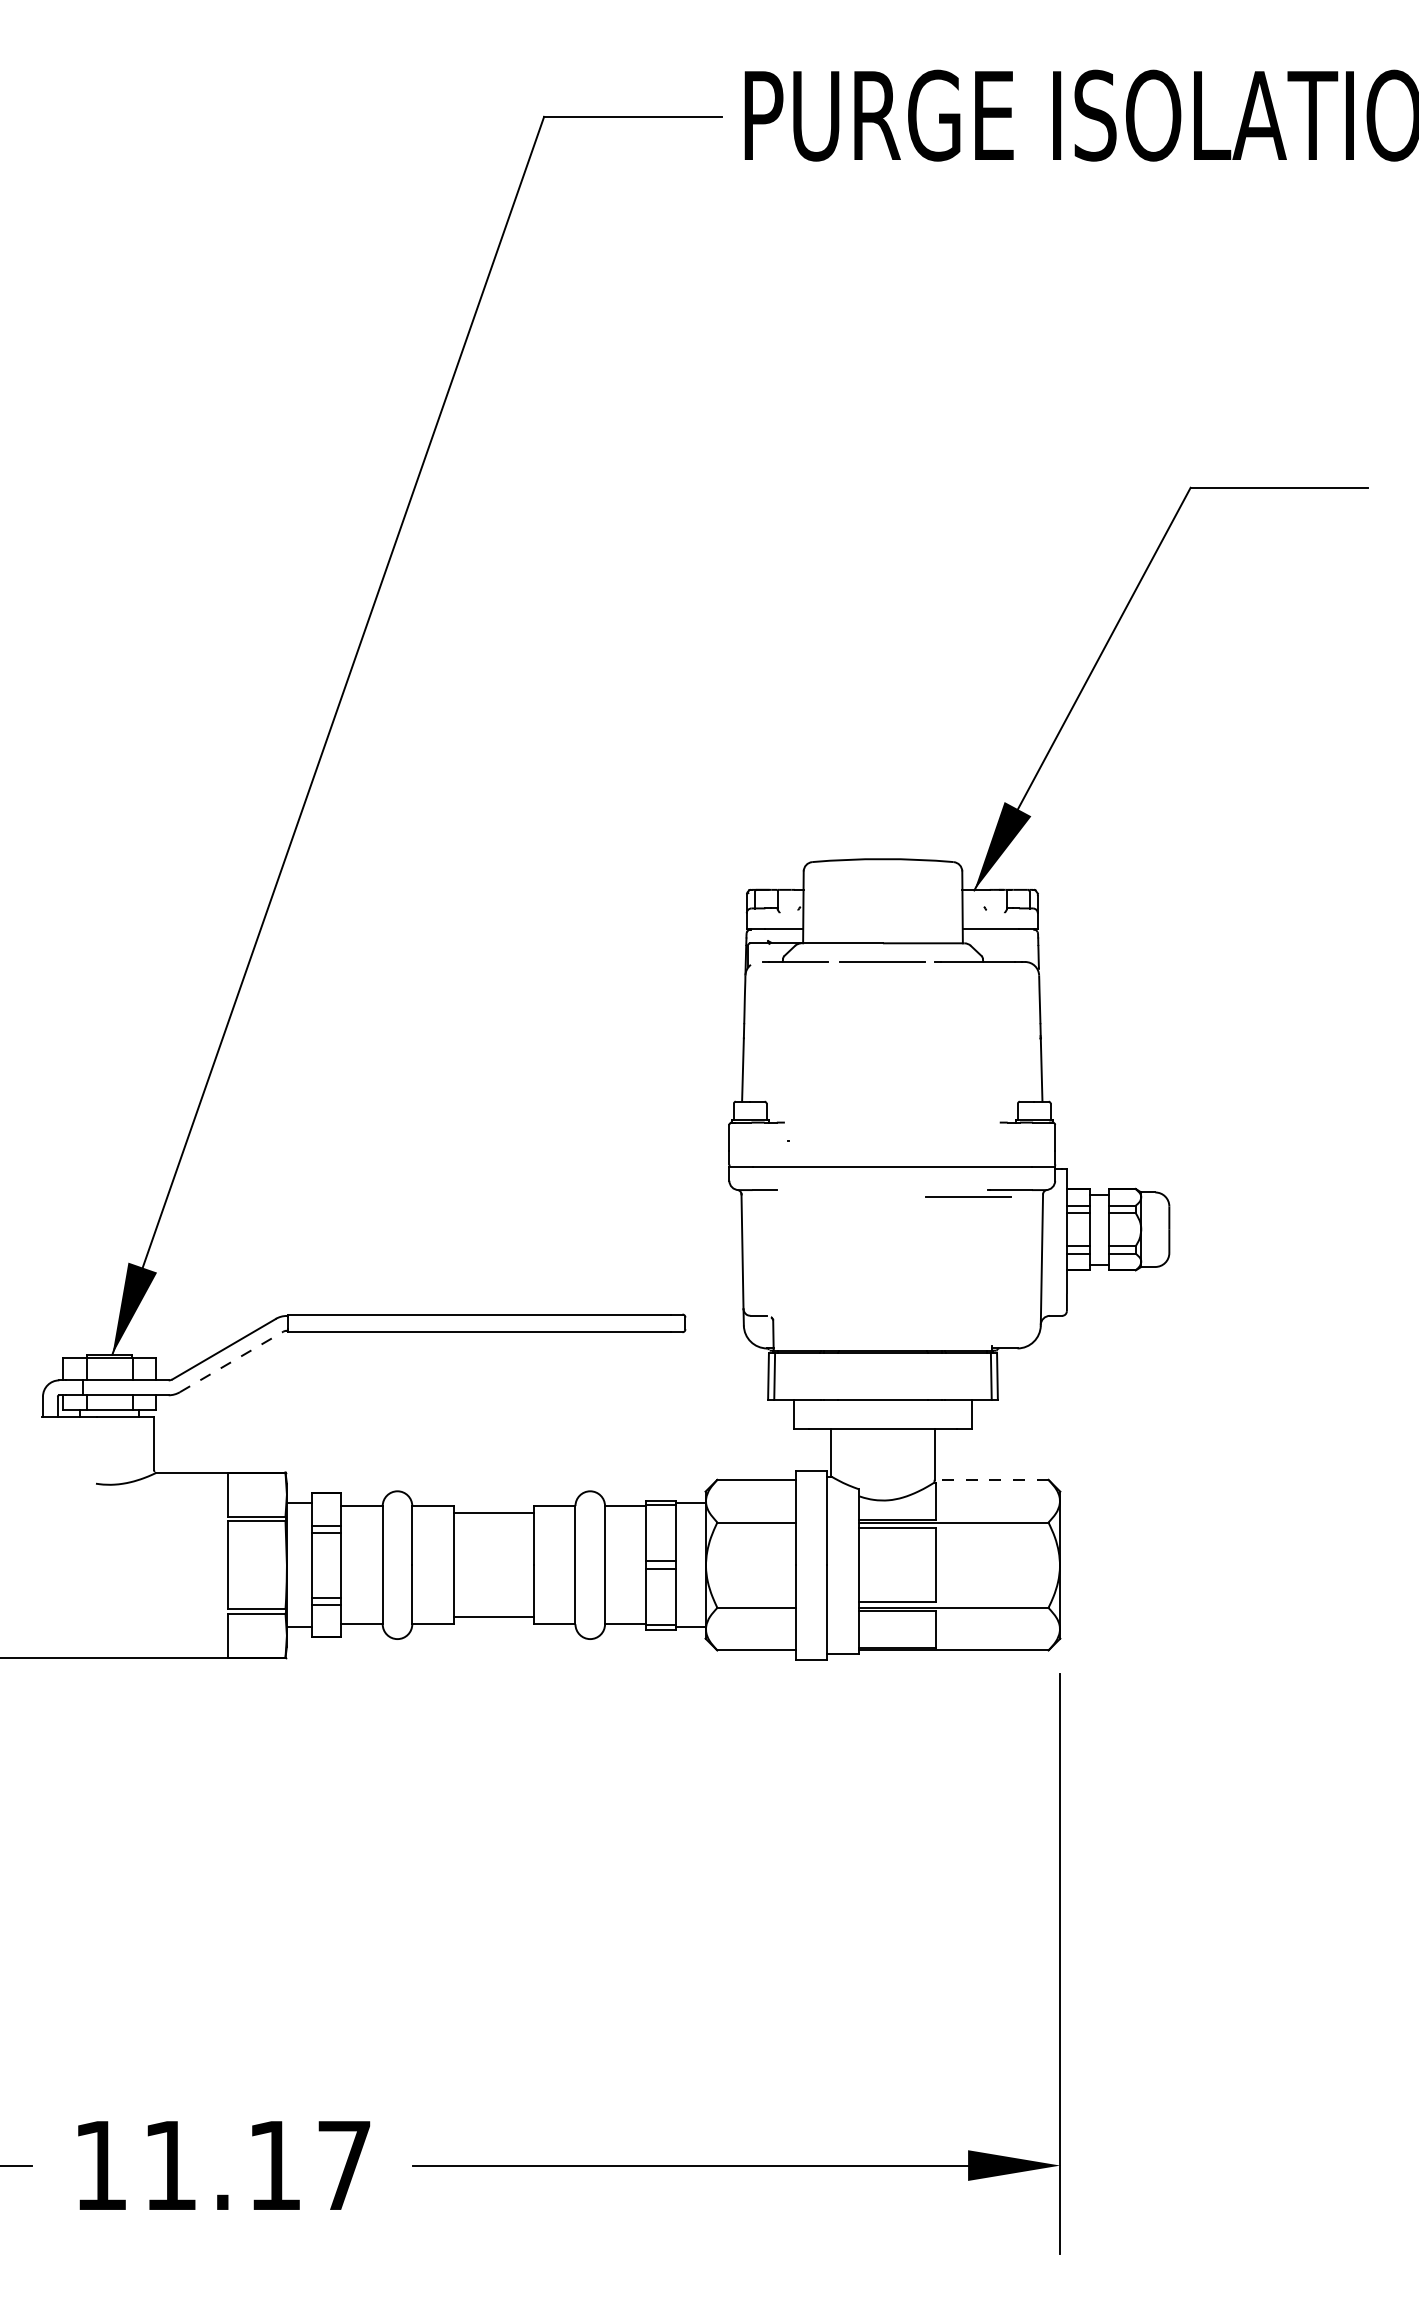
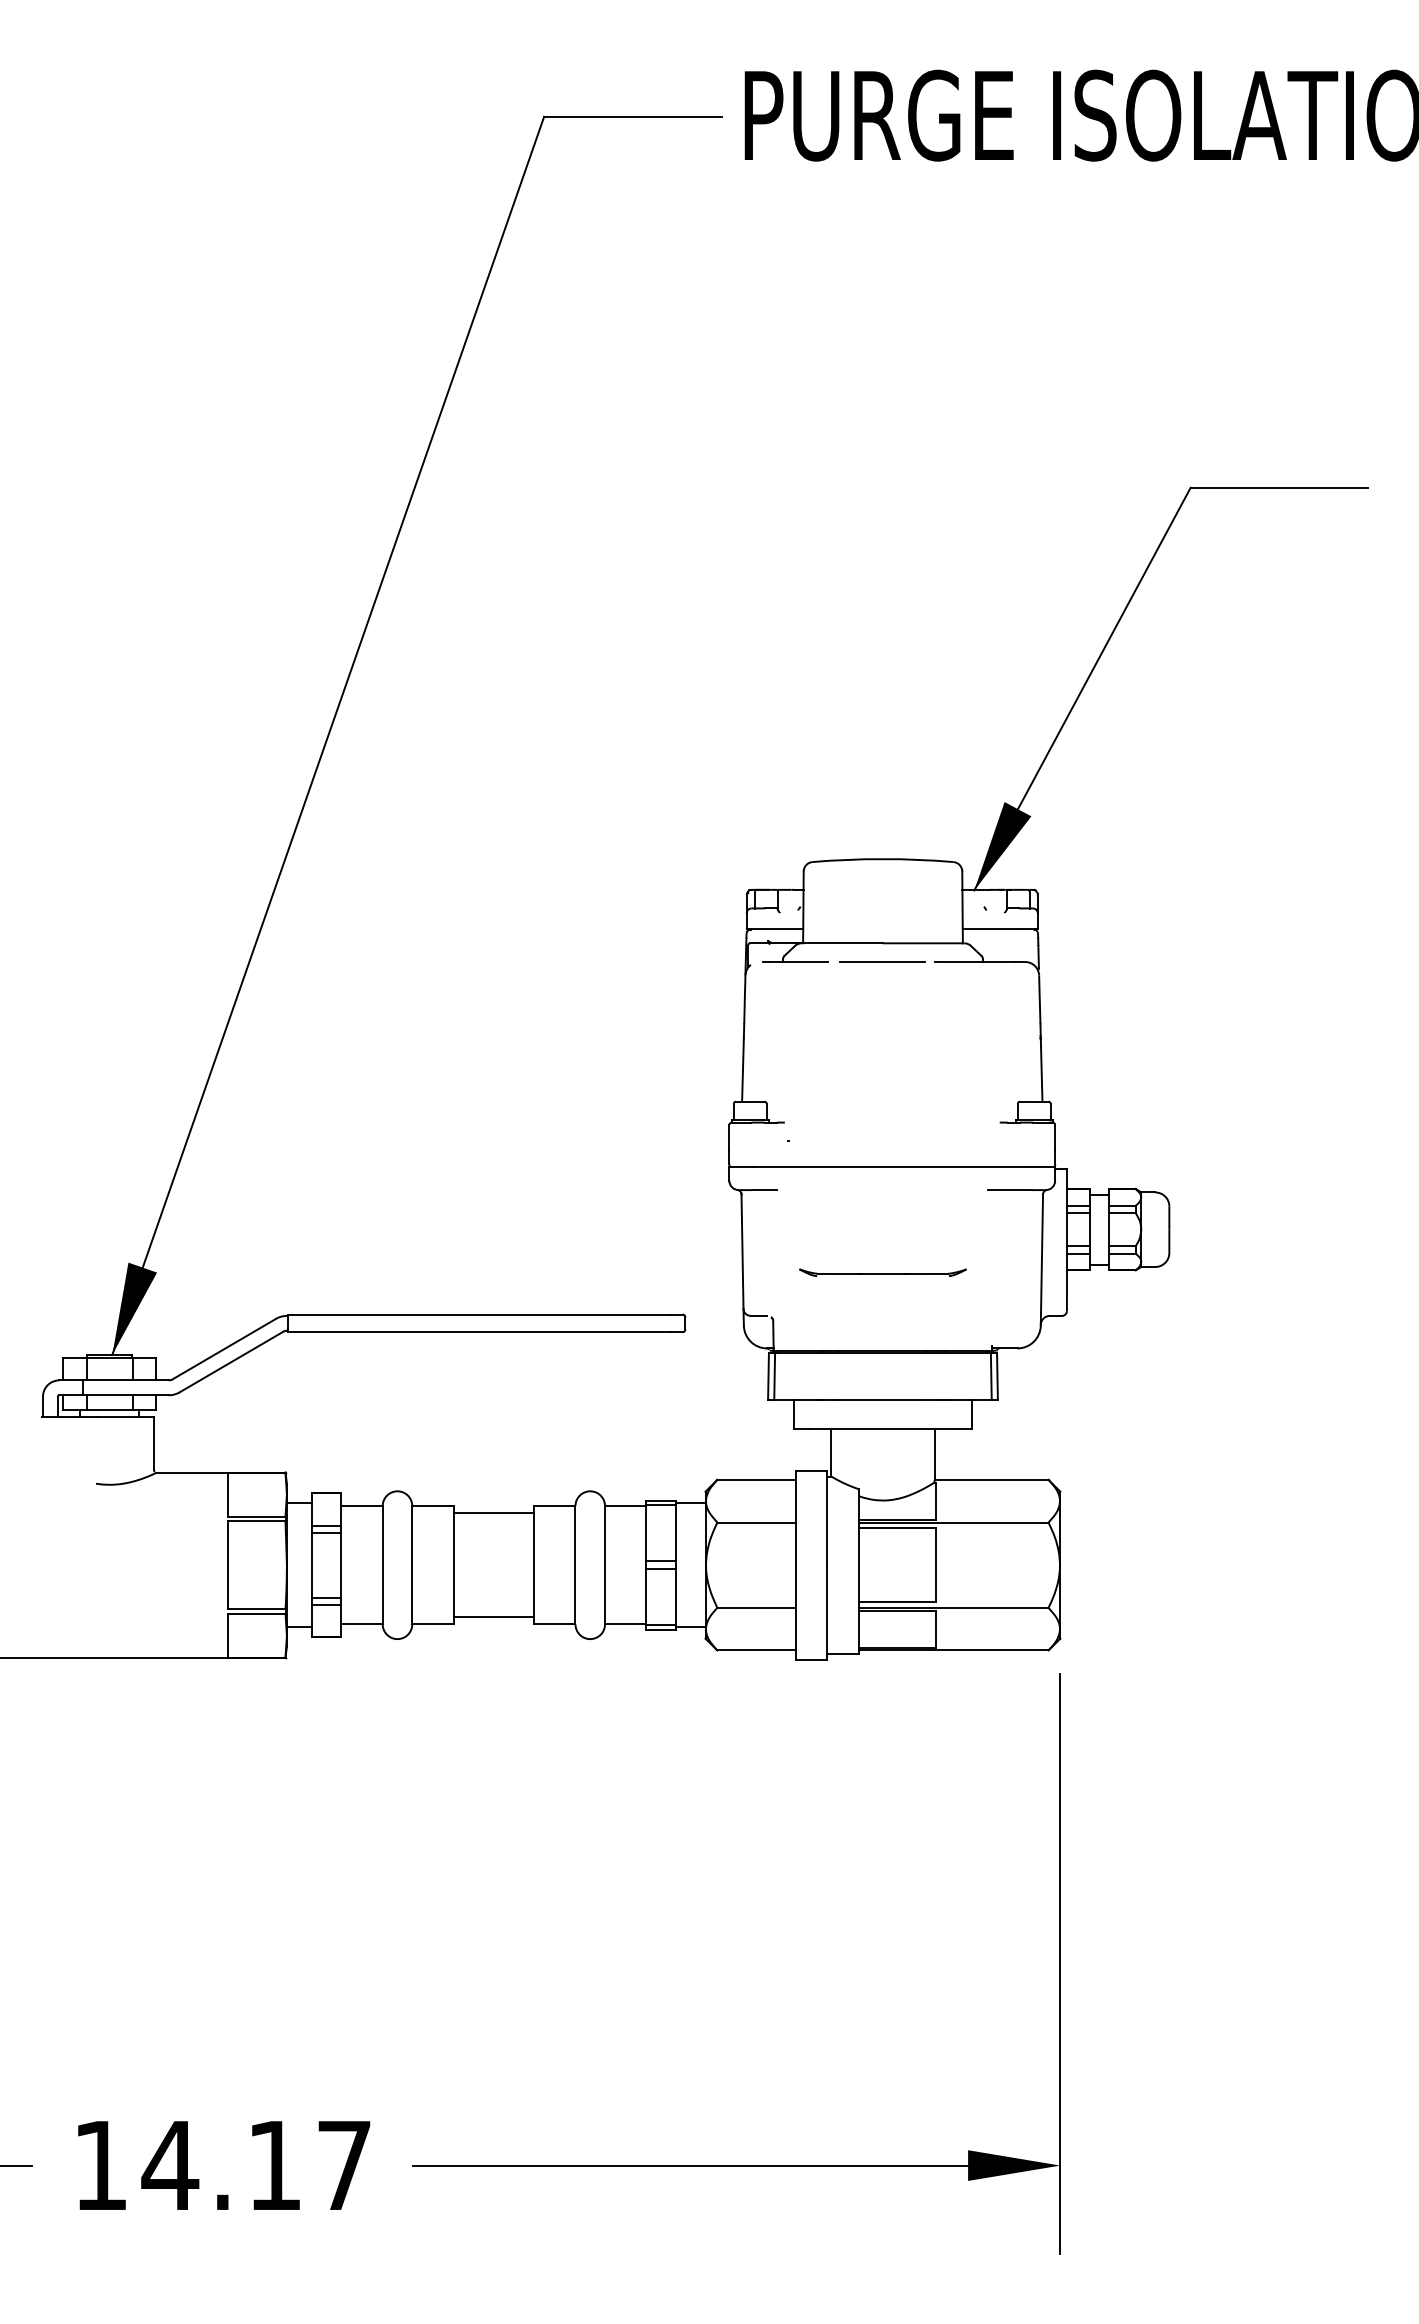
line at (968, 1196): present -> none
part at (882, 1272): none -> present
line at (231, 1361): dashed -> solid
line at (991, 1479): dashed -> solid
text at (170, 2165): 11.17 -> 14.17
